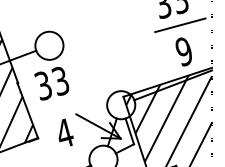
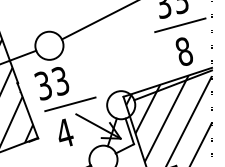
line at (98, 20): none -> present
text at (183, 51): 9 -> 8
line at (70, 104): none -> present
